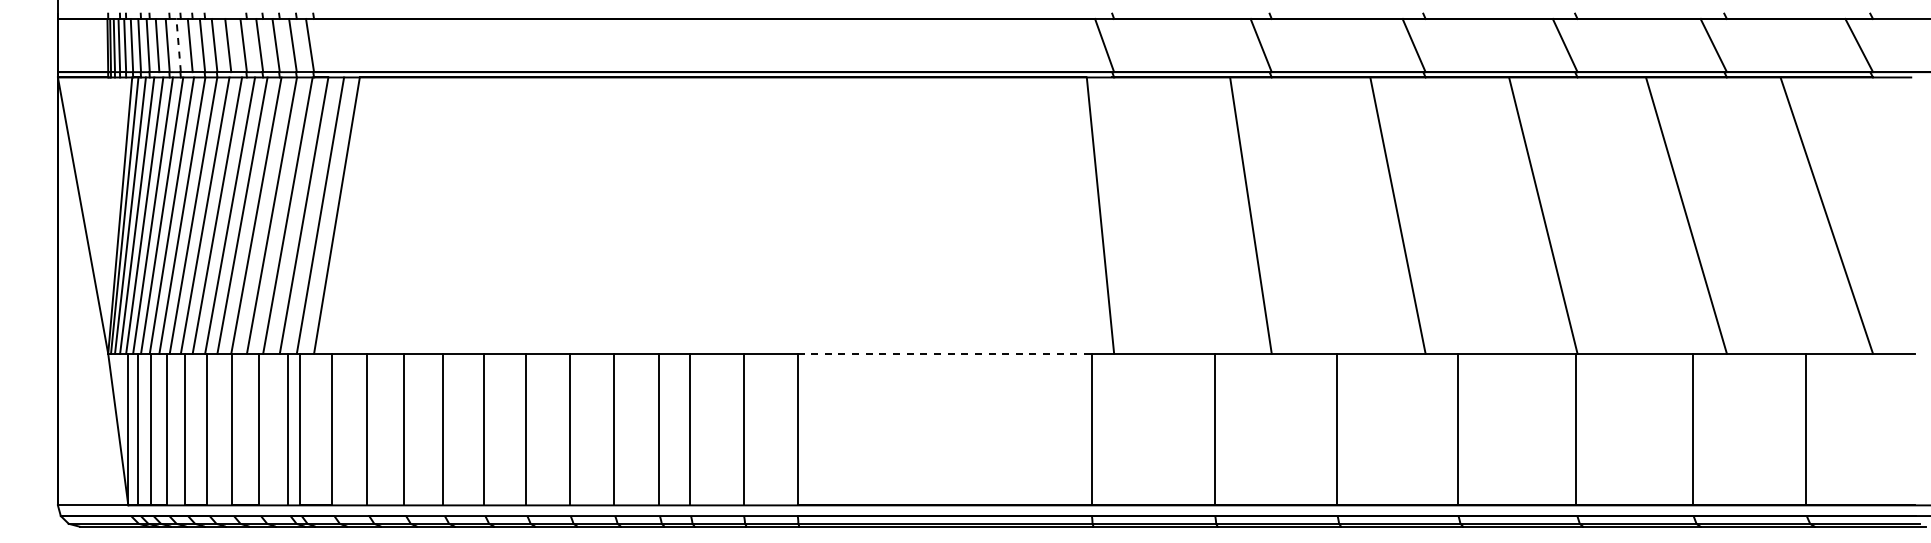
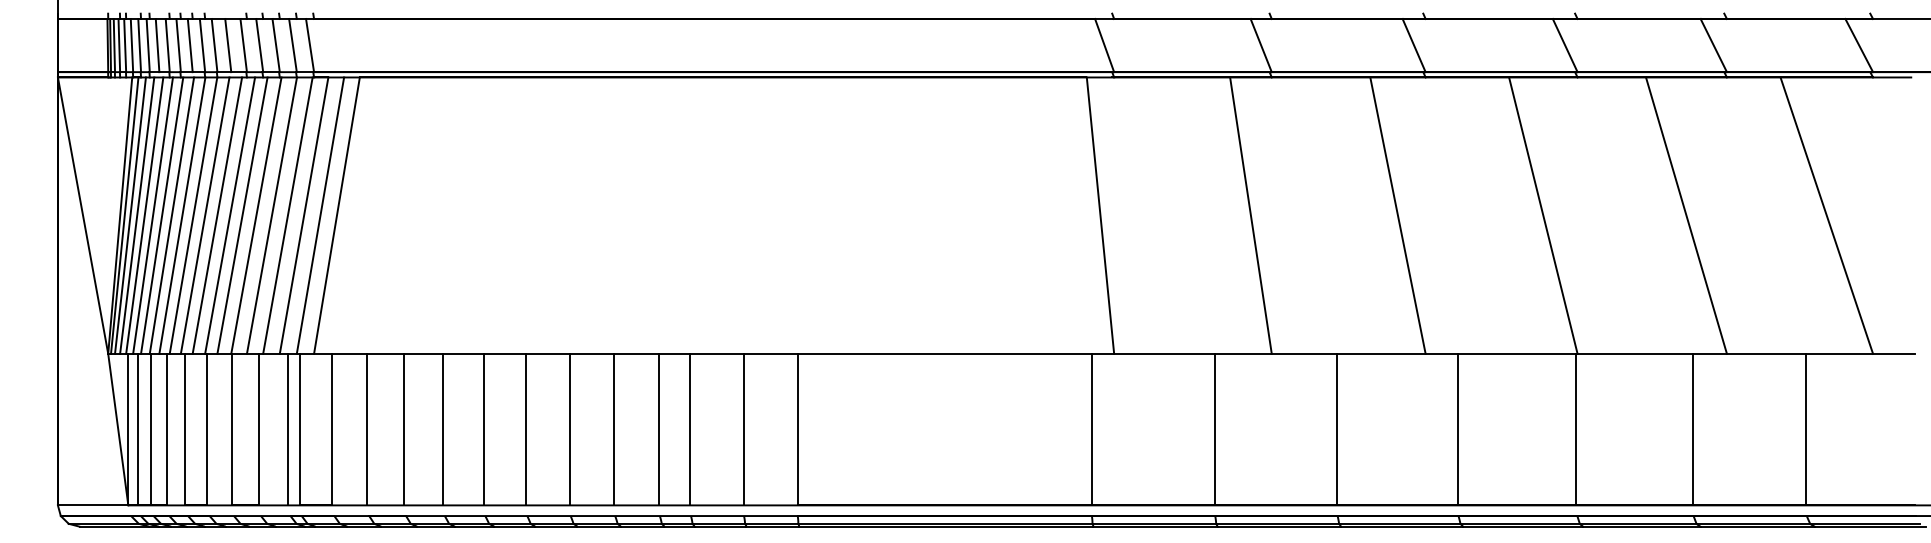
line at (178, 45): dashed -> solid
line at (945, 353): dashed -> solid
